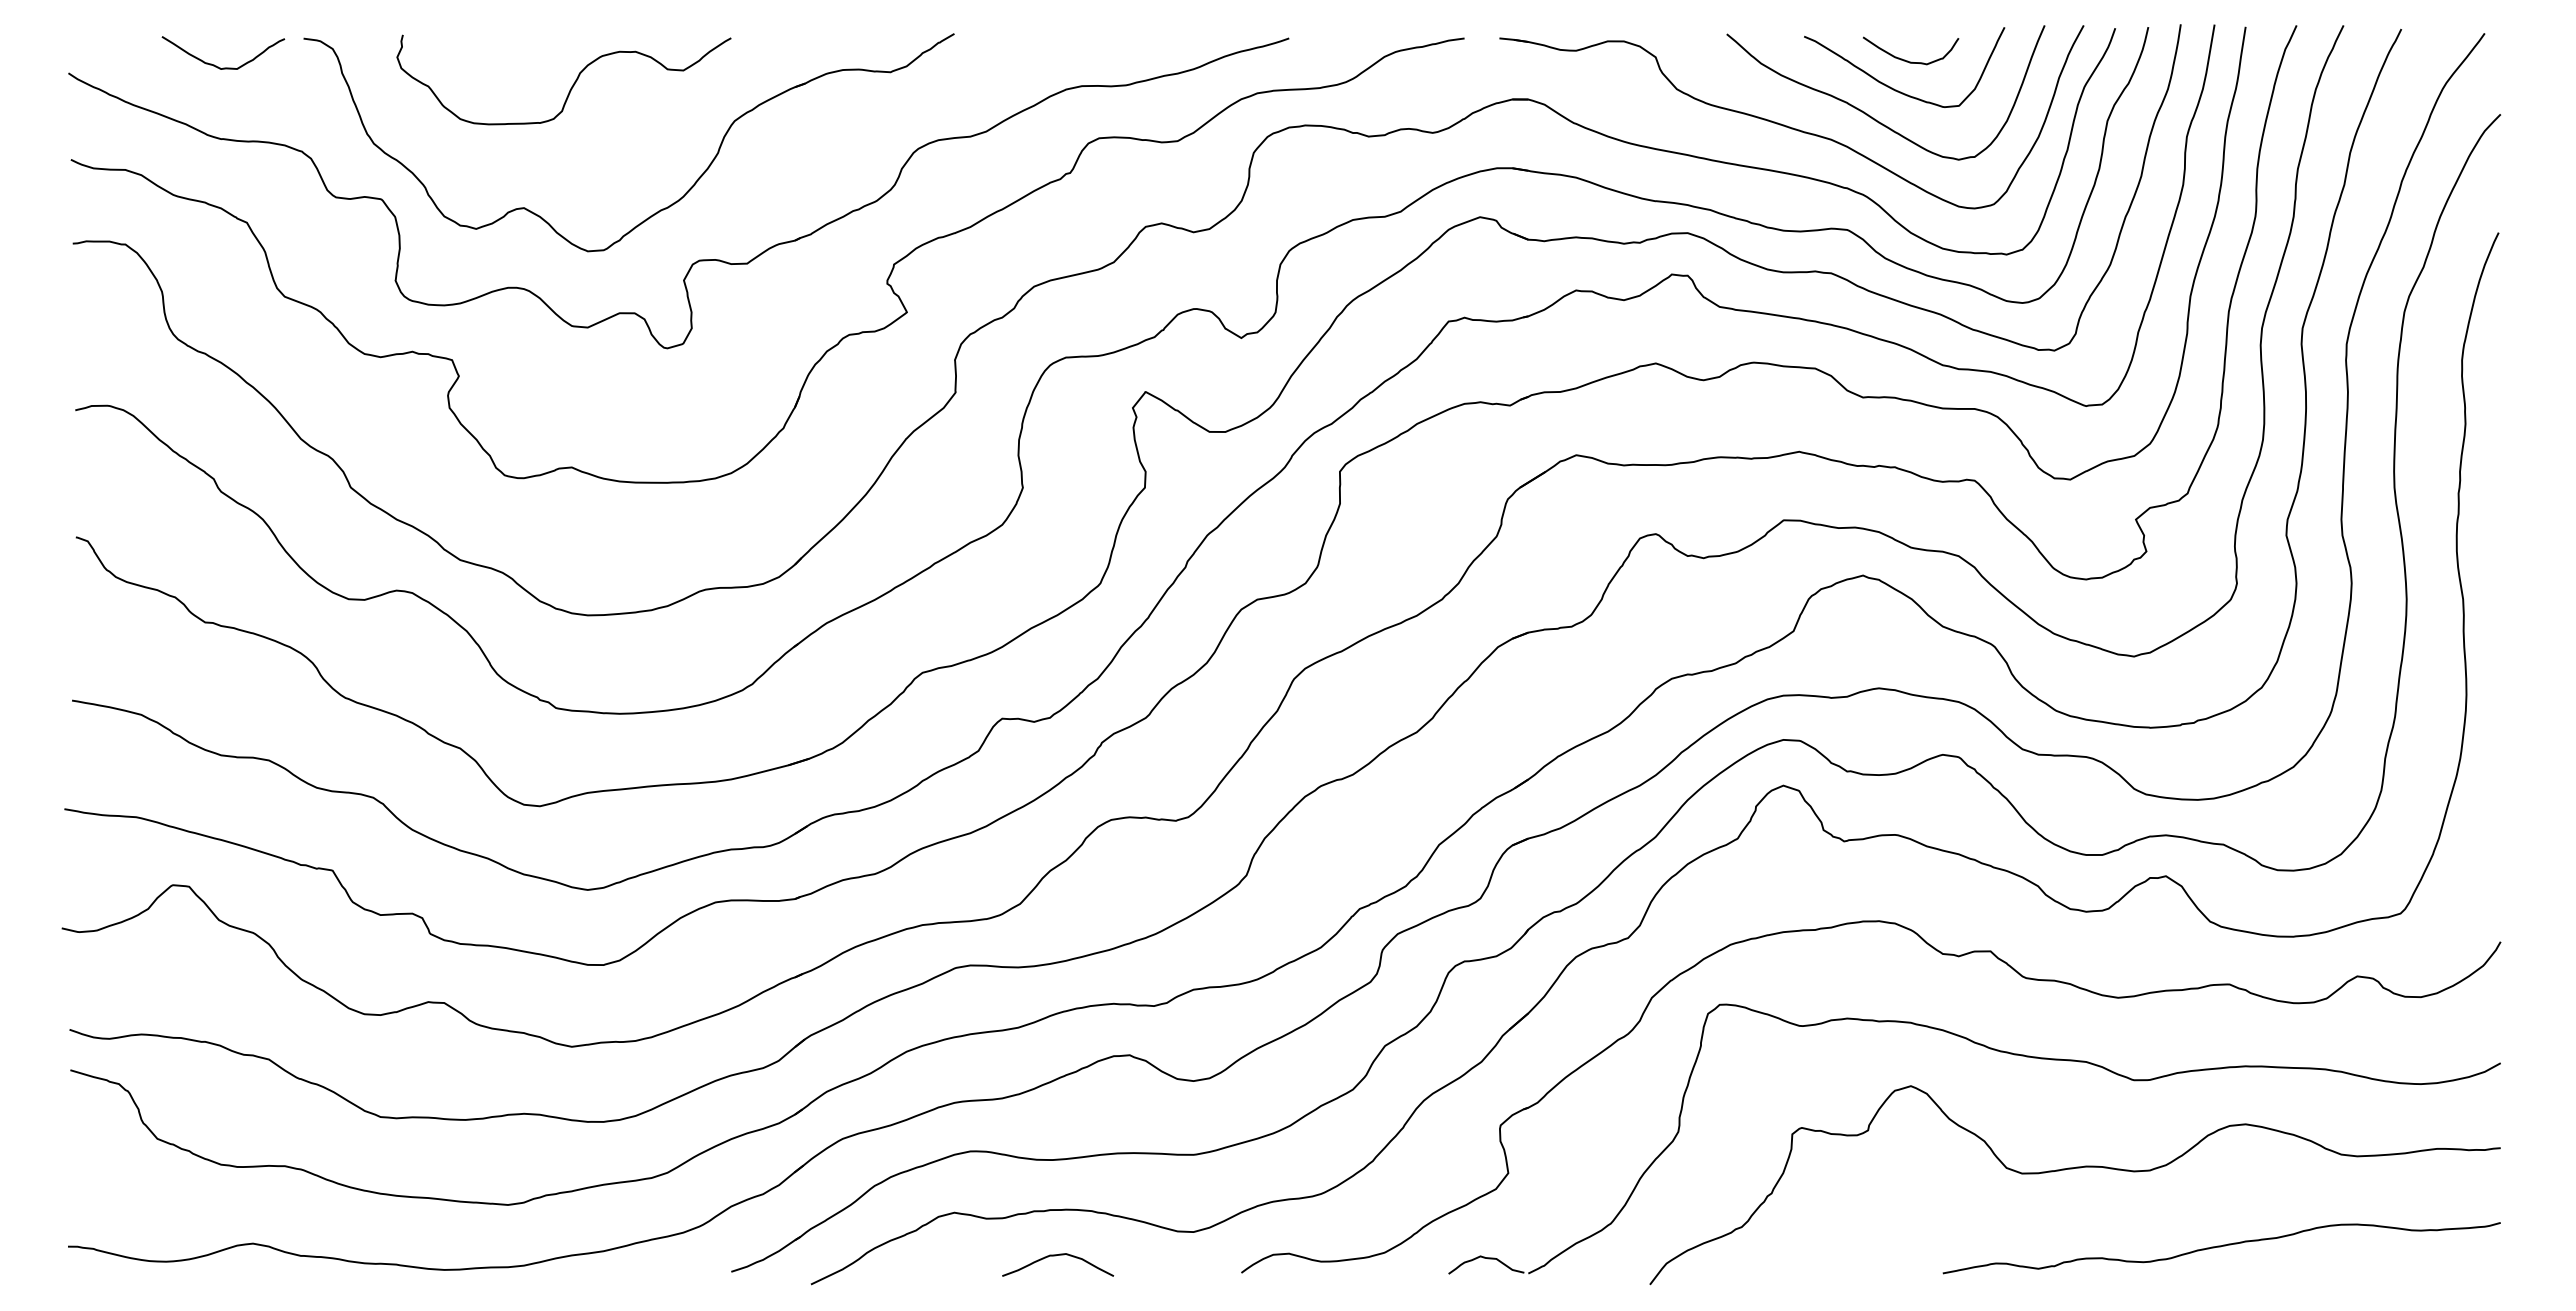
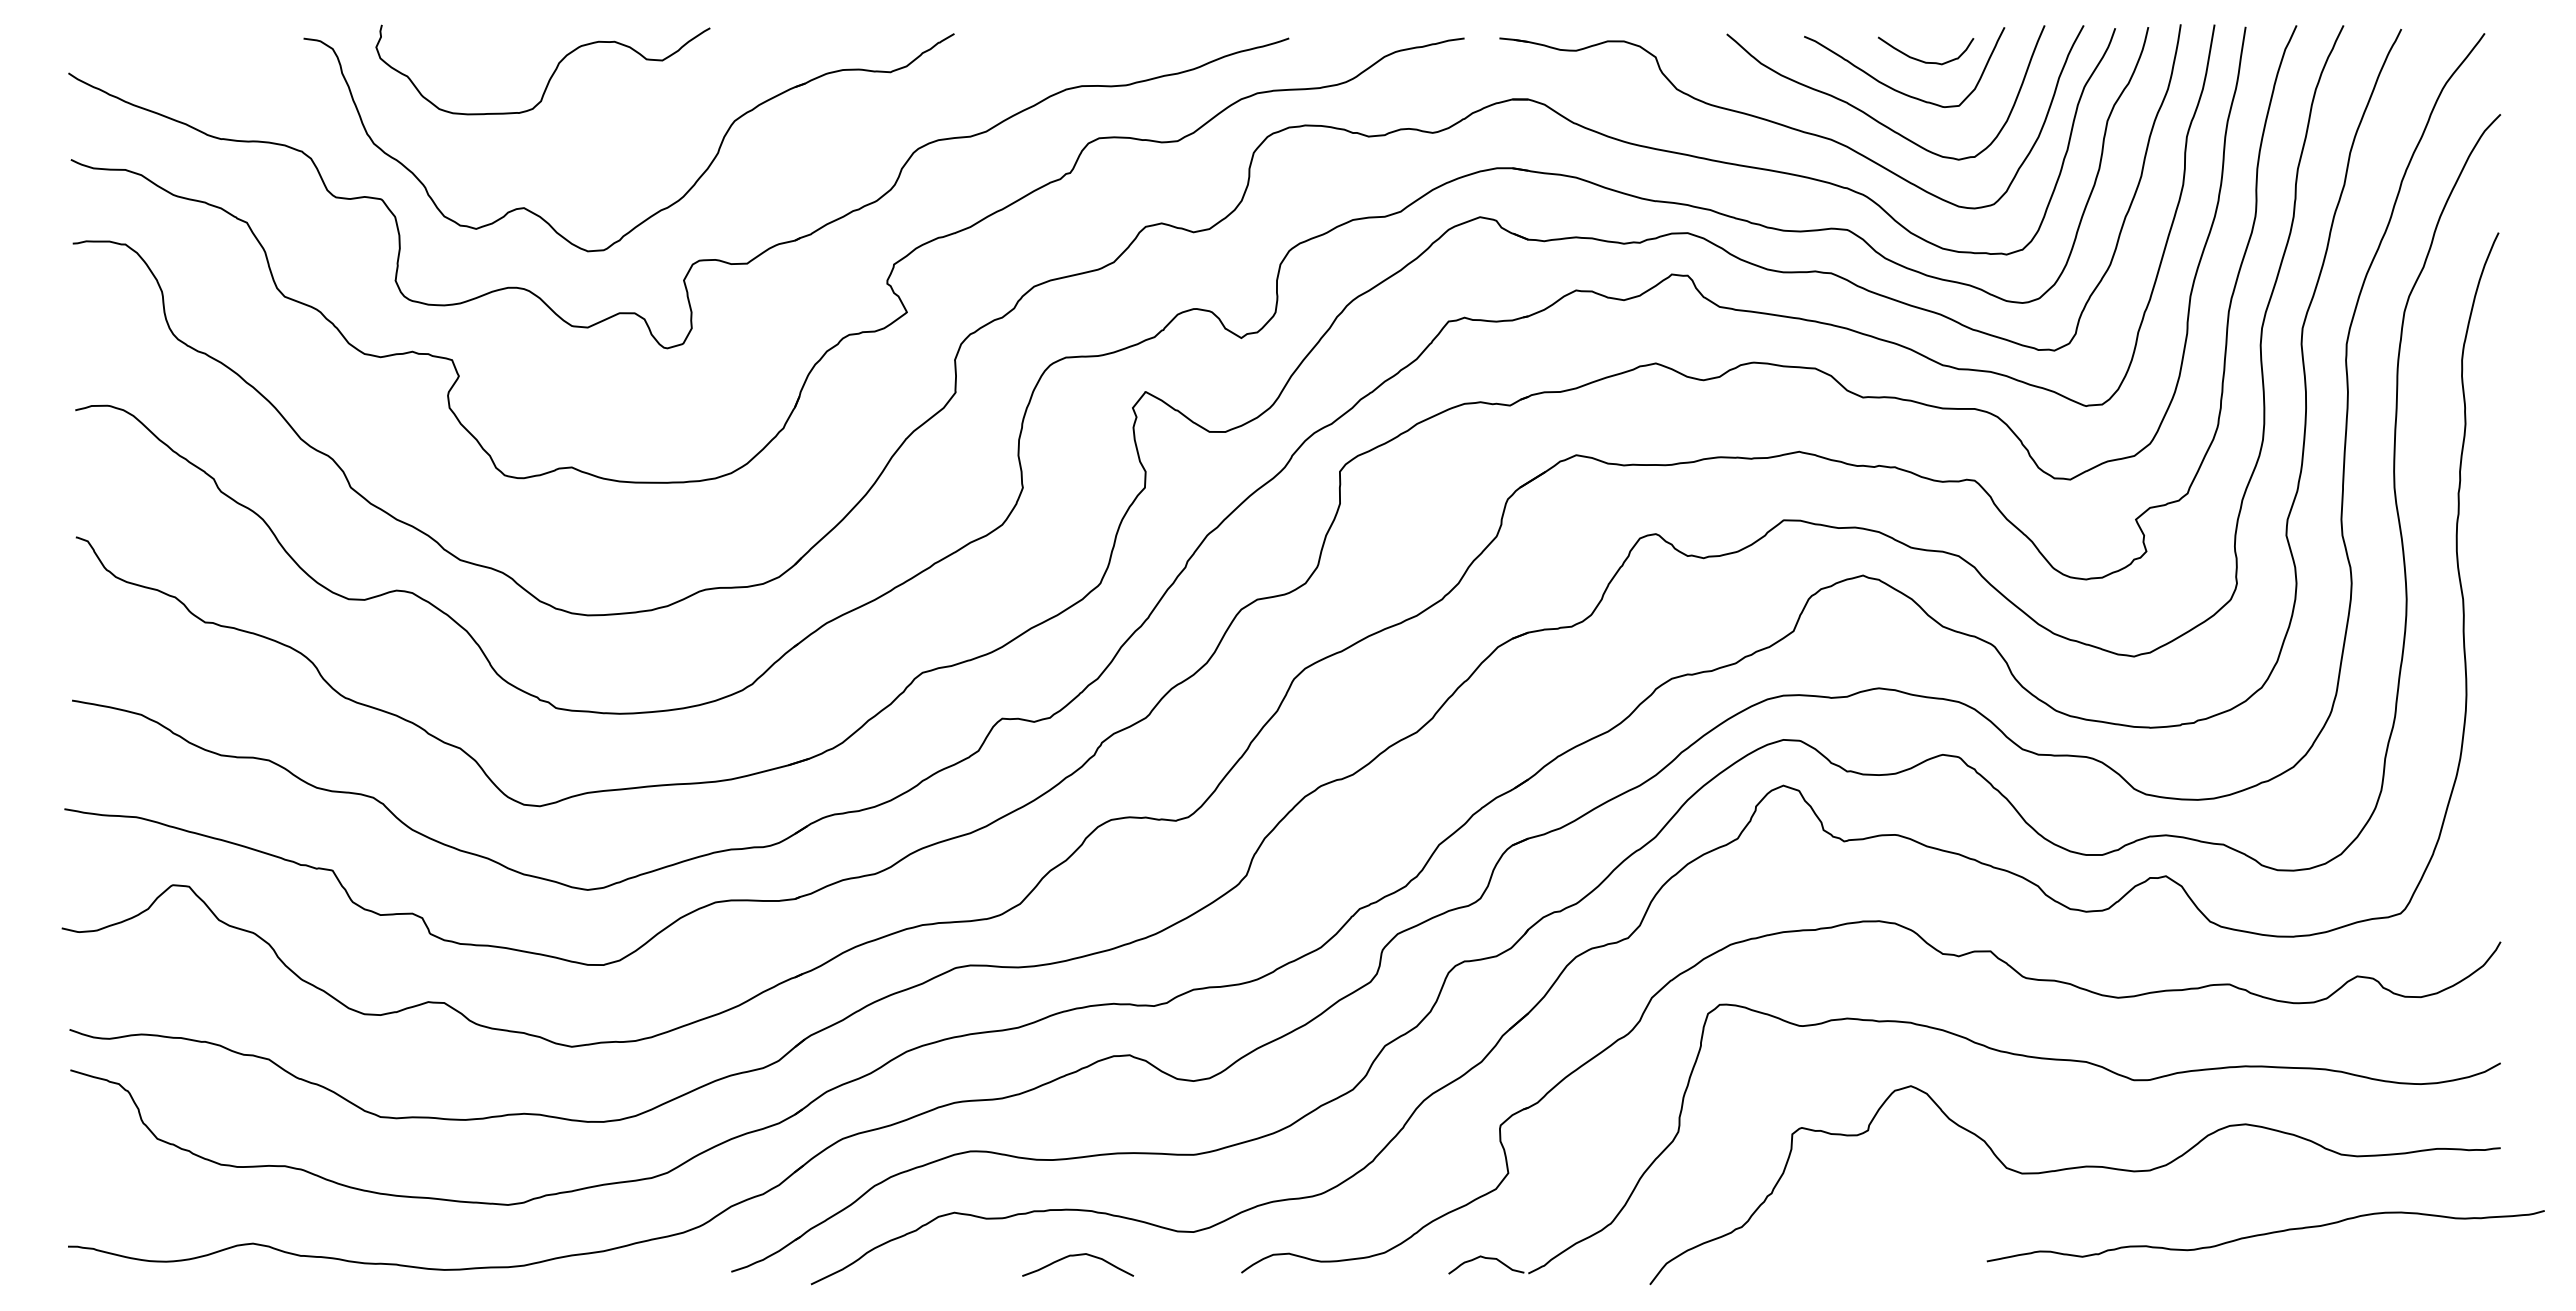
curve at (1907, 60) position: (1907, 60) -> (1922, 60)
curve at (216, 65): present -> none
curve at (572, 84) position: (572, 84) -> (551, 74)
curve at (2220, 1247) position: (2220, 1247) -> (2264, 1235)
curve at (1055, 1256) position: (1055, 1256) -> (1075, 1256)
